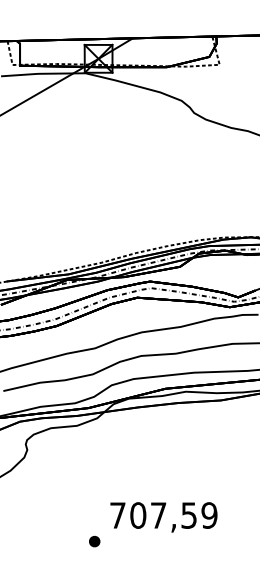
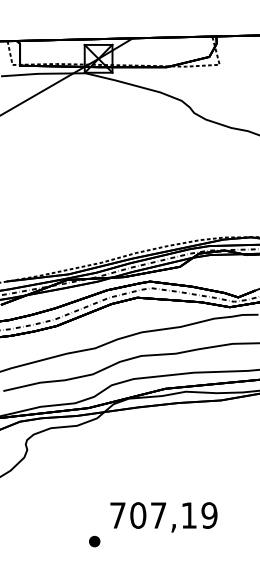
text at (188, 515): 707,59 -> 707,19
